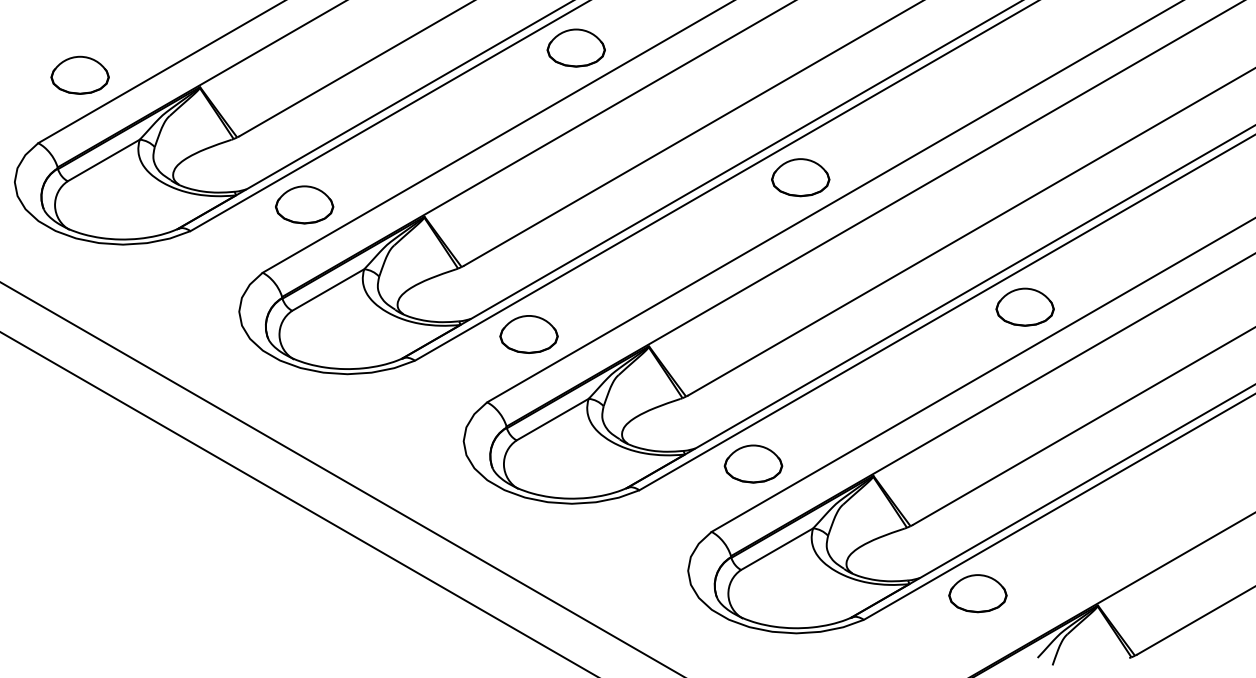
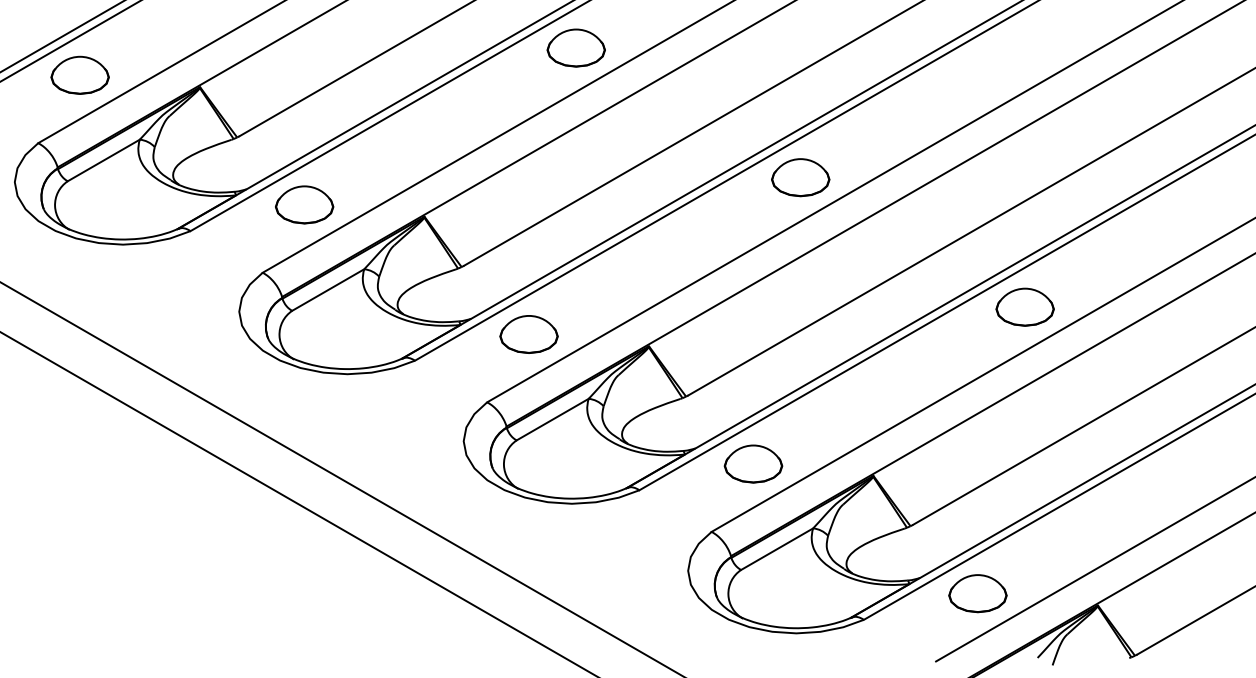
line at (62, 36): none -> present
line at (69, 41): none -> present
line at (1094, 569): none -> present
